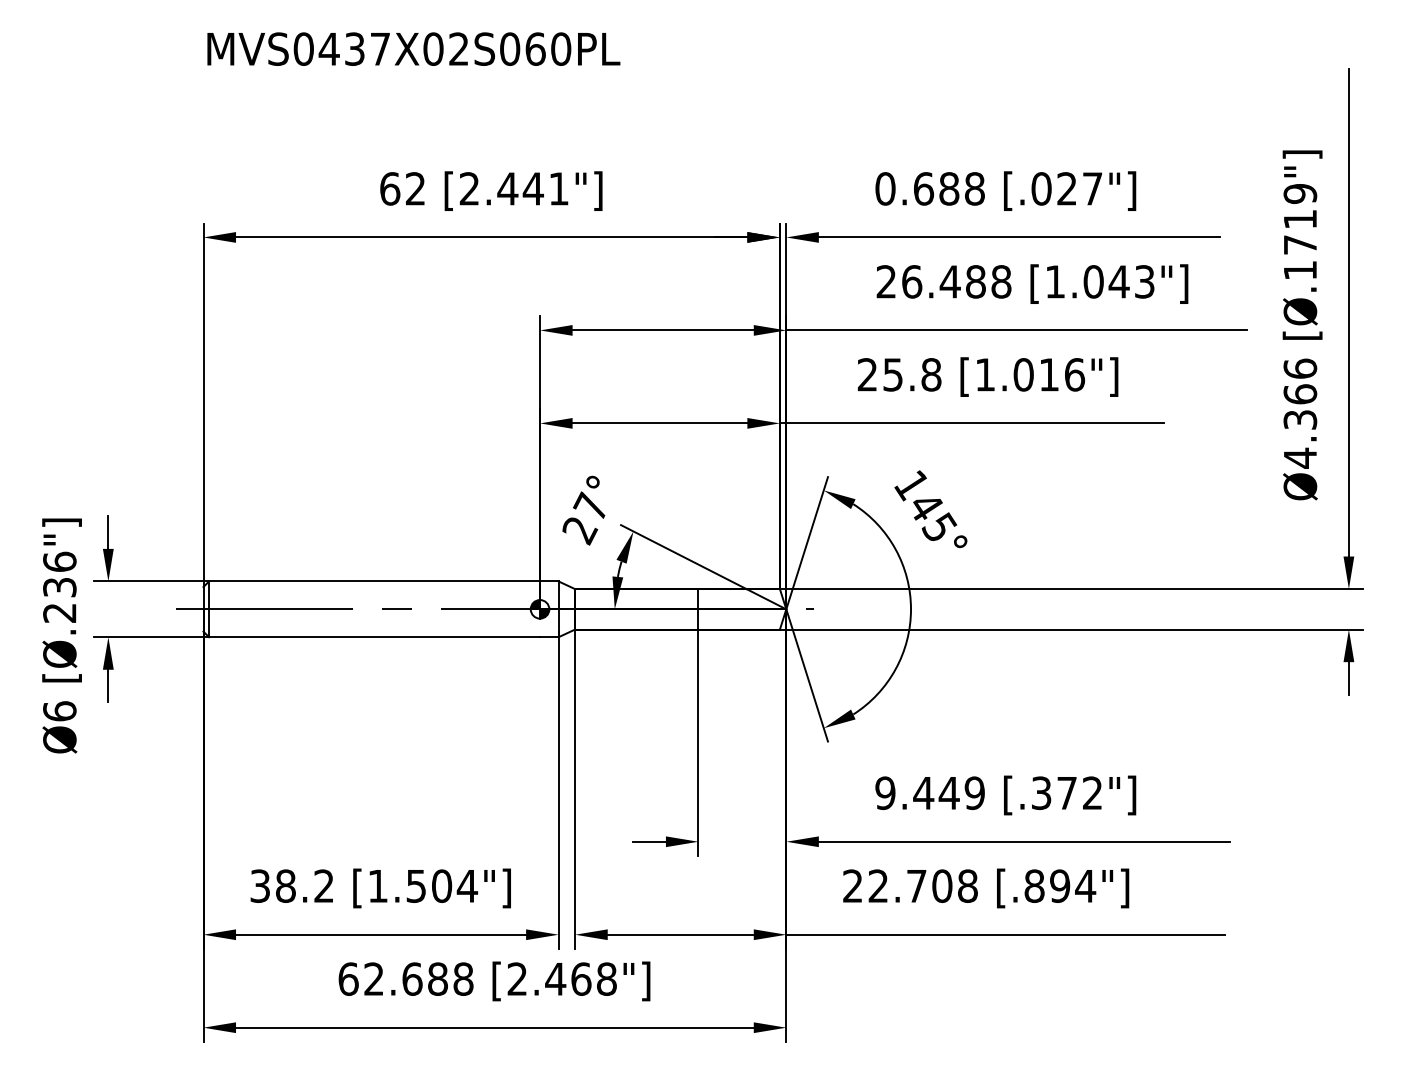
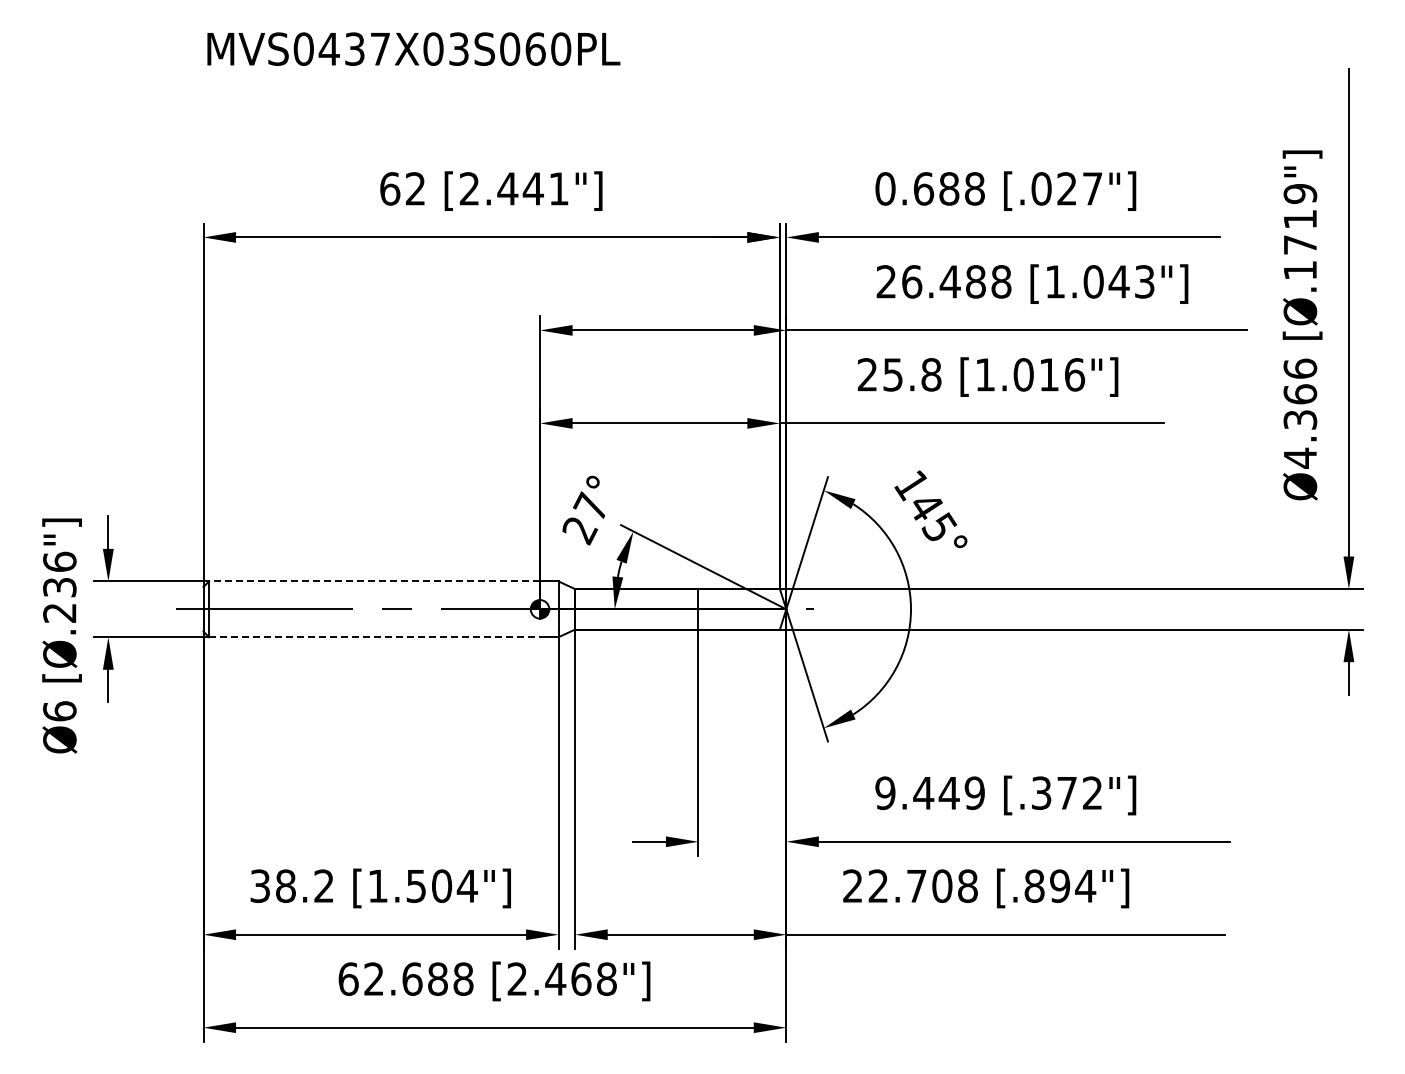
text at (458, 48): MVS0437X02S060PL -> MVS0437X03S060PL
line at (374, 581): solid -> dashed
line at (375, 637): solid -> dashed
